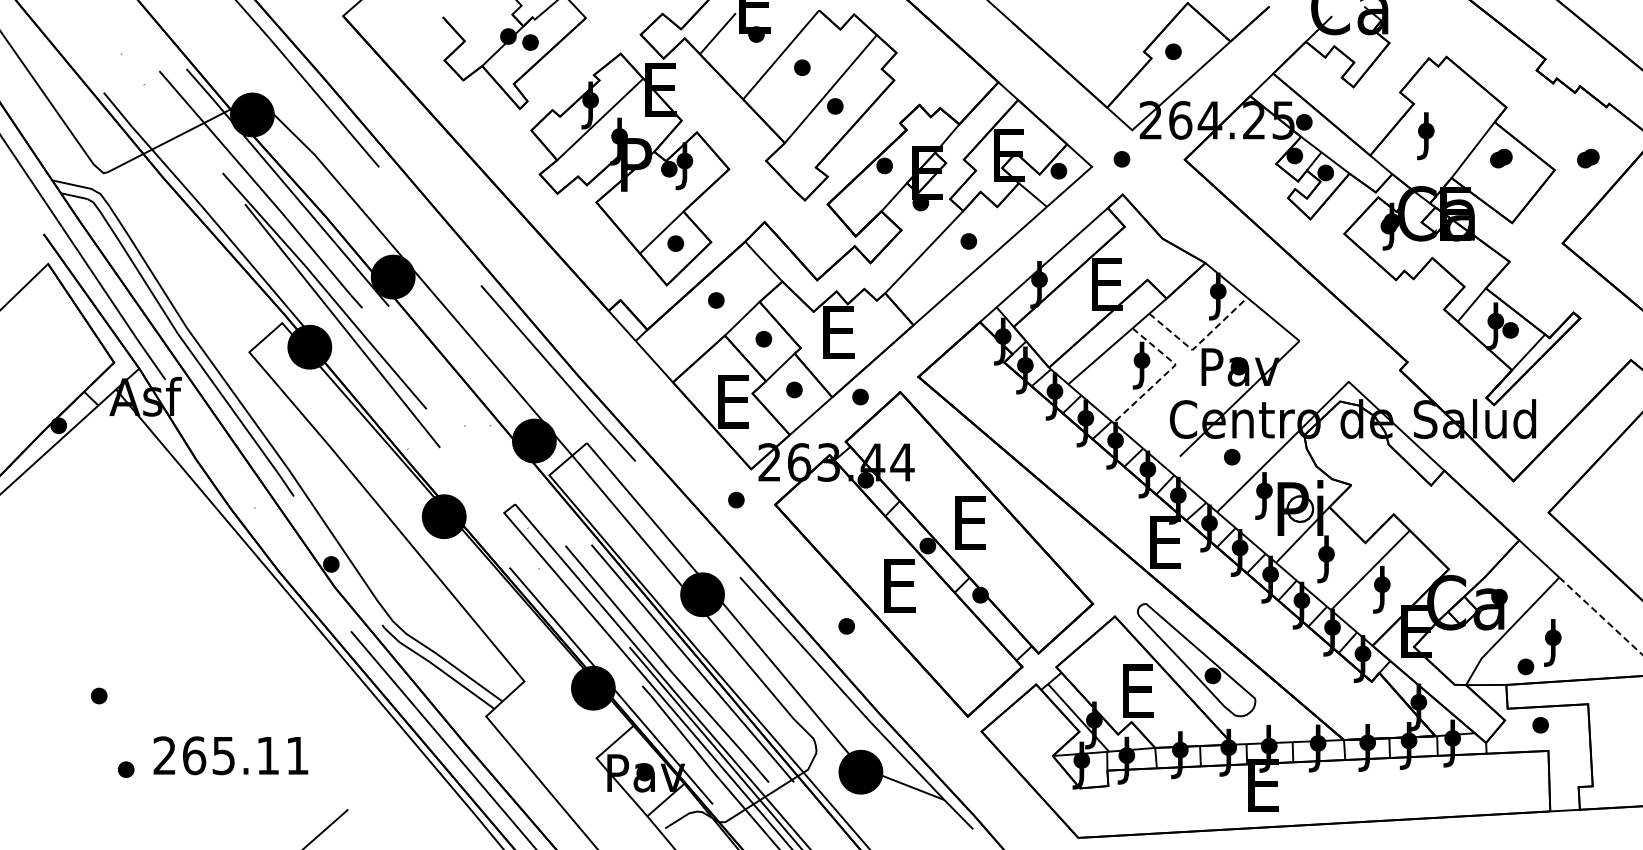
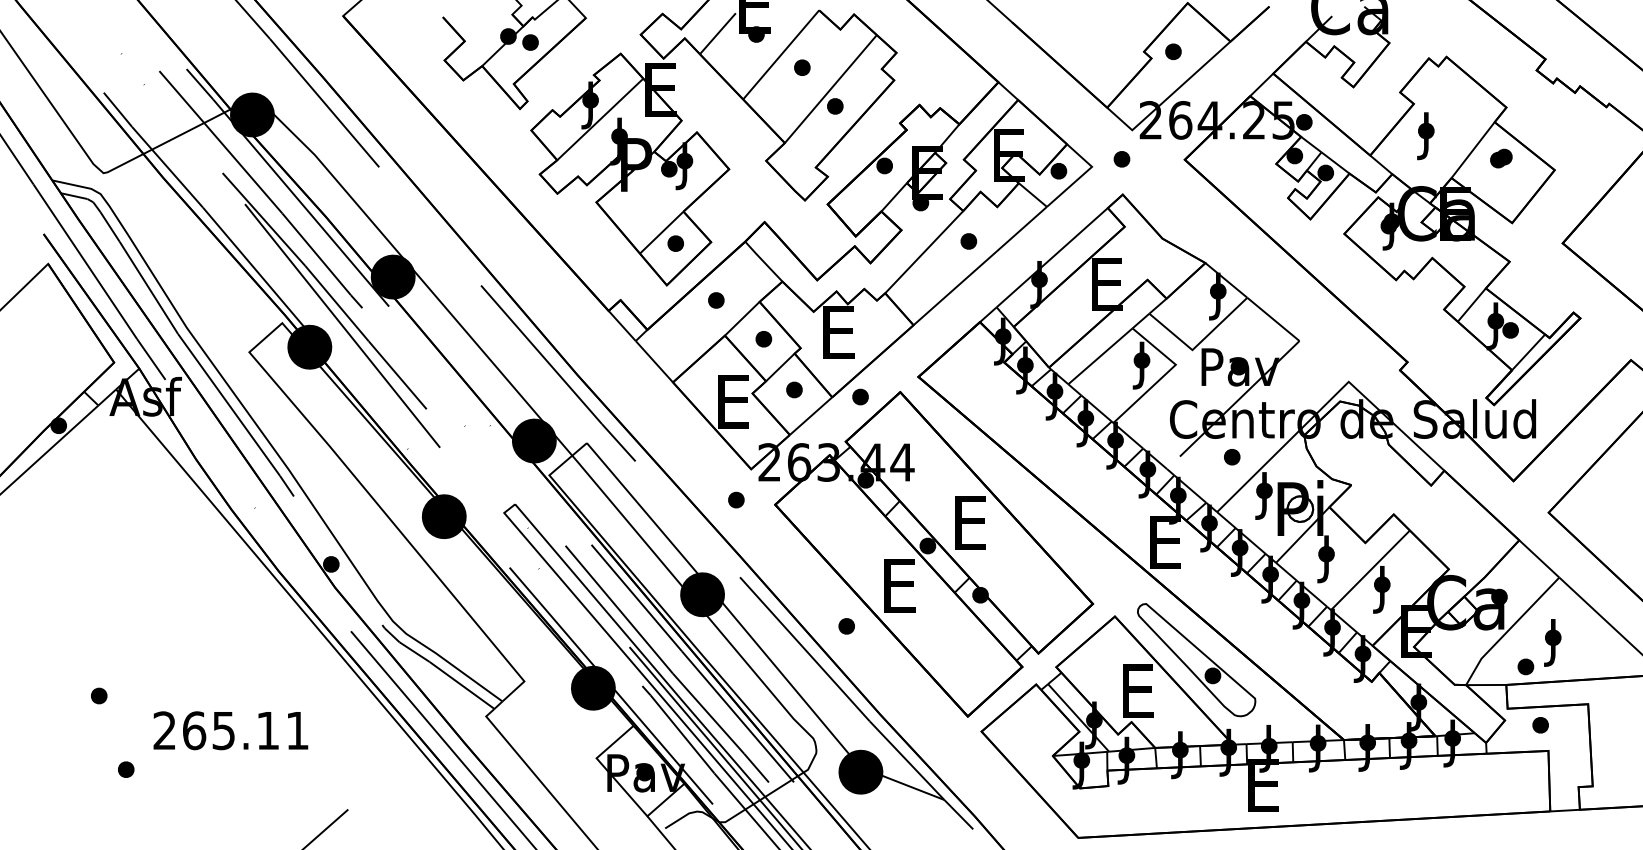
part at (1588, 158): present -> none
line at (1198, 343): dashed -> solid
line at (1165, 374): dashed -> solid
line at (1600, 616): dashed -> solid
text at (230, 755) position: (230, 755) -> (230, 730)
